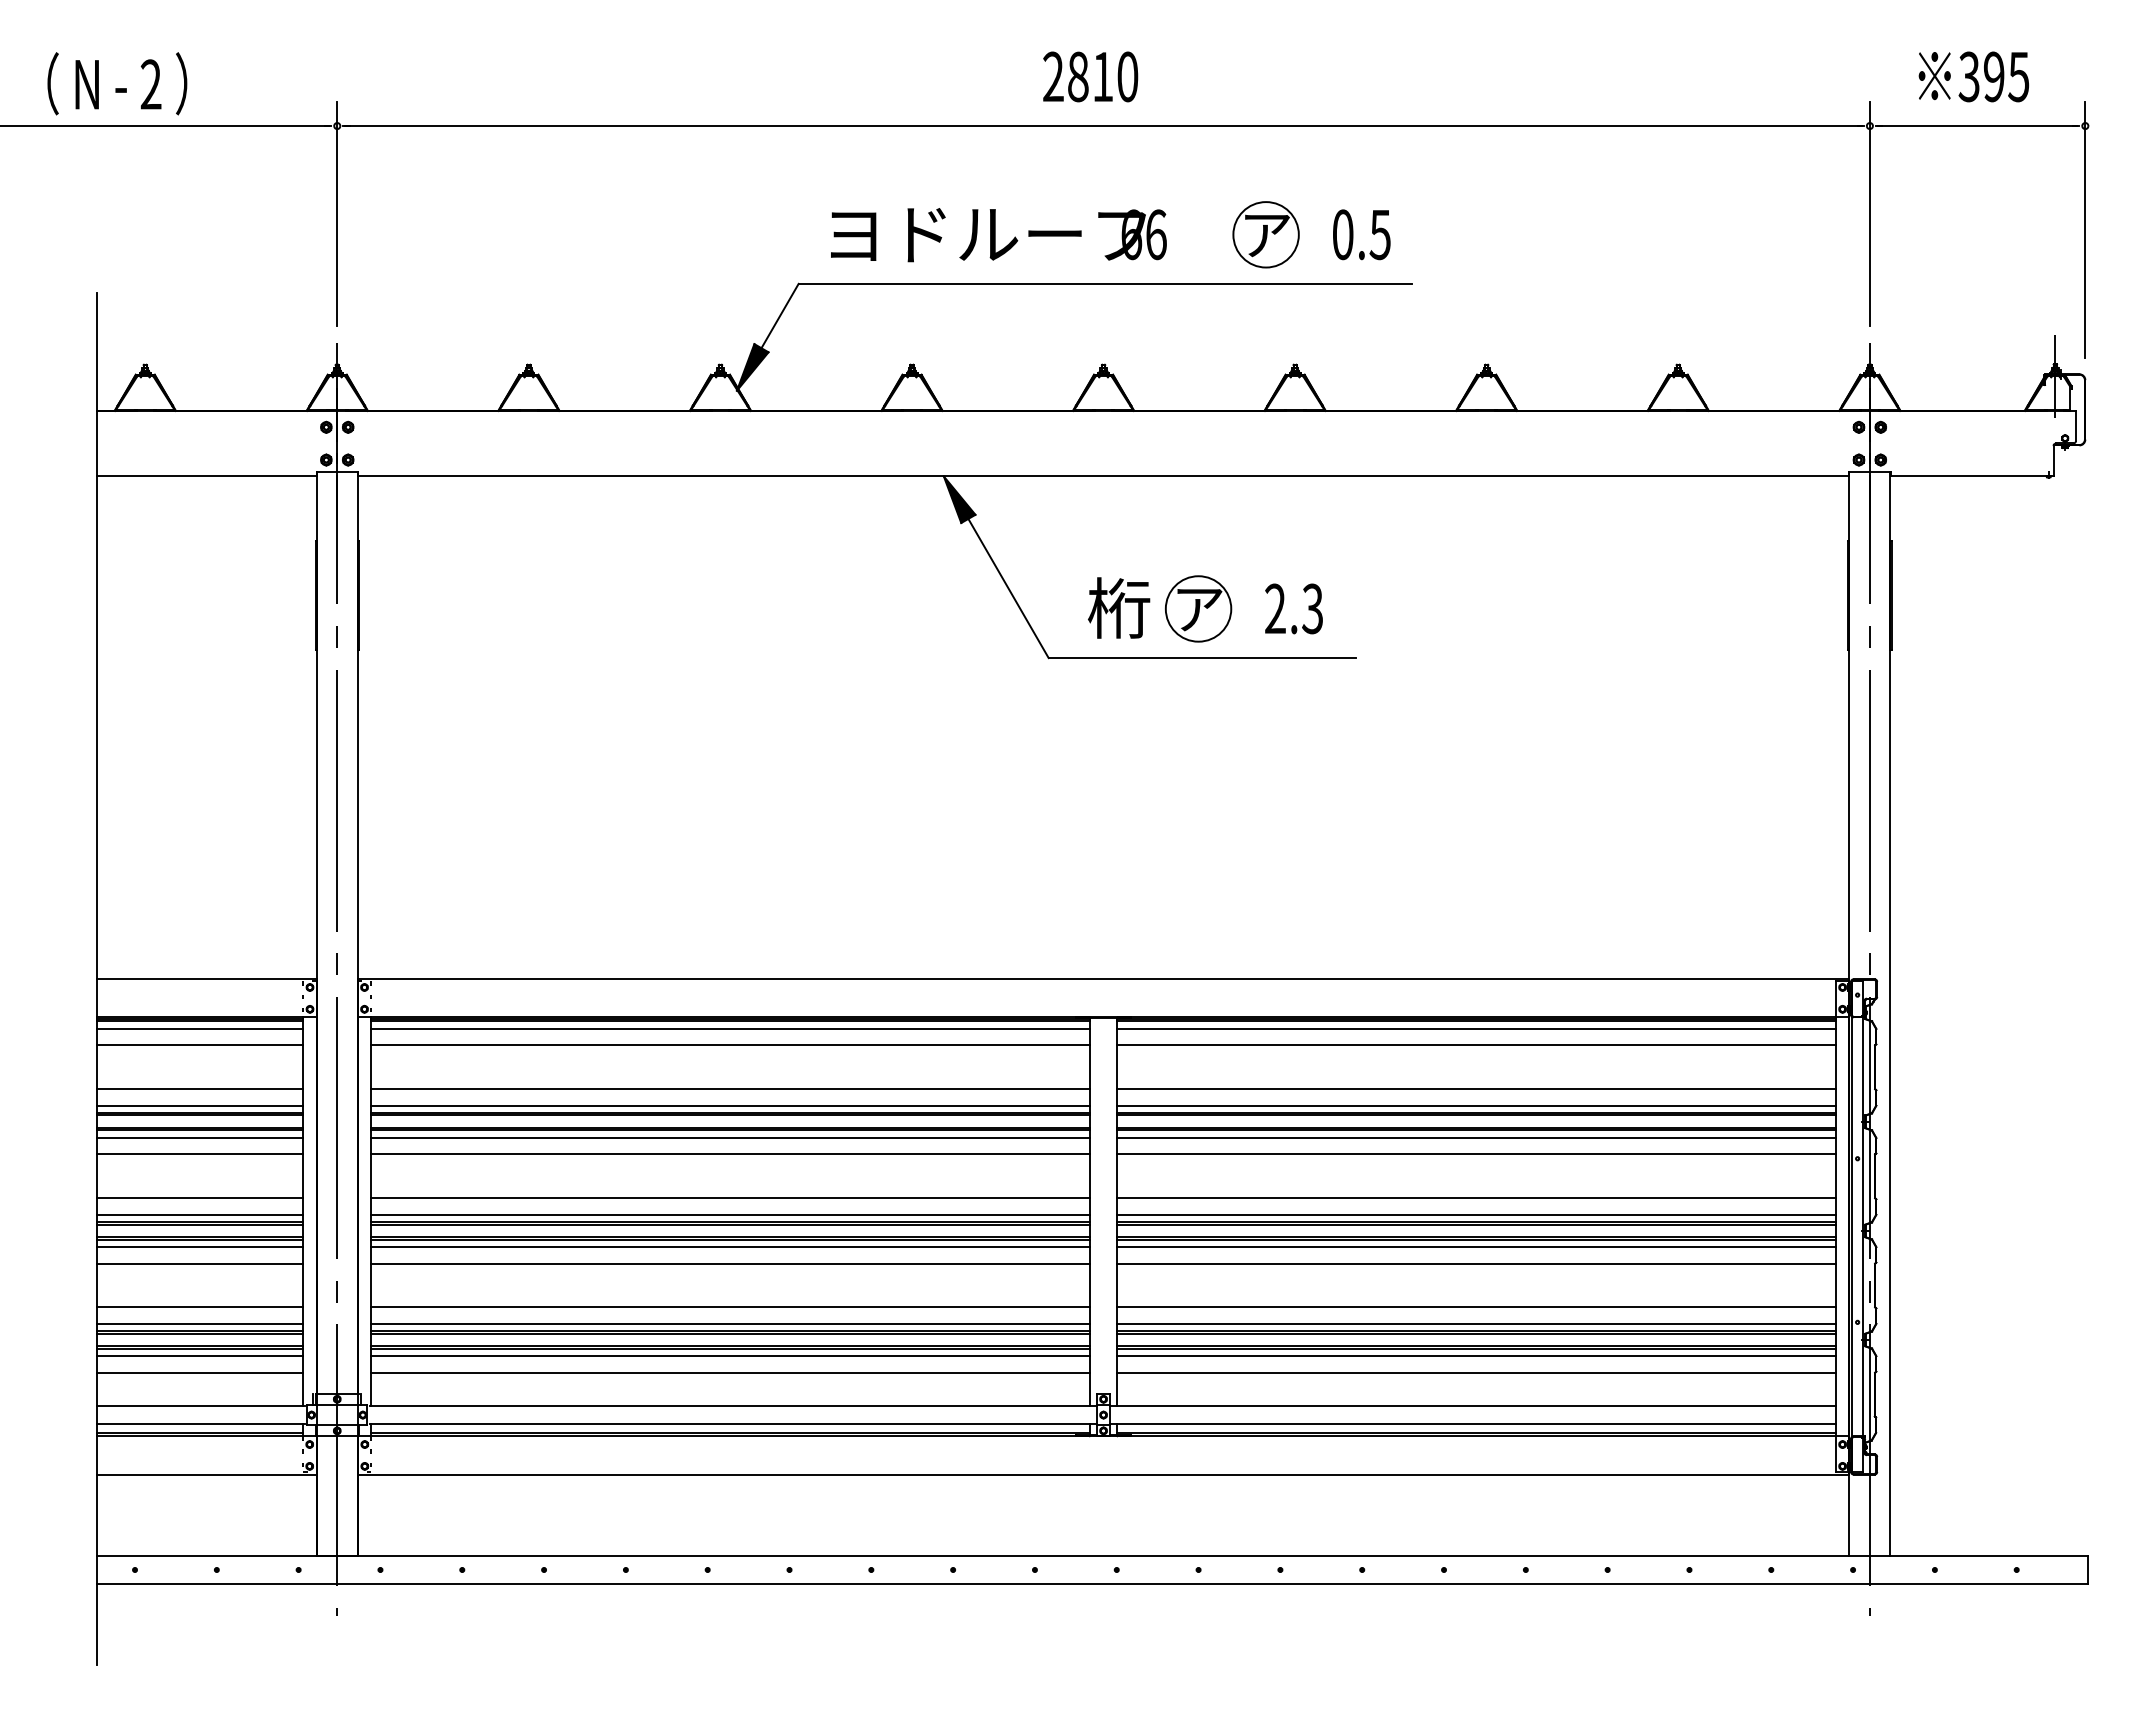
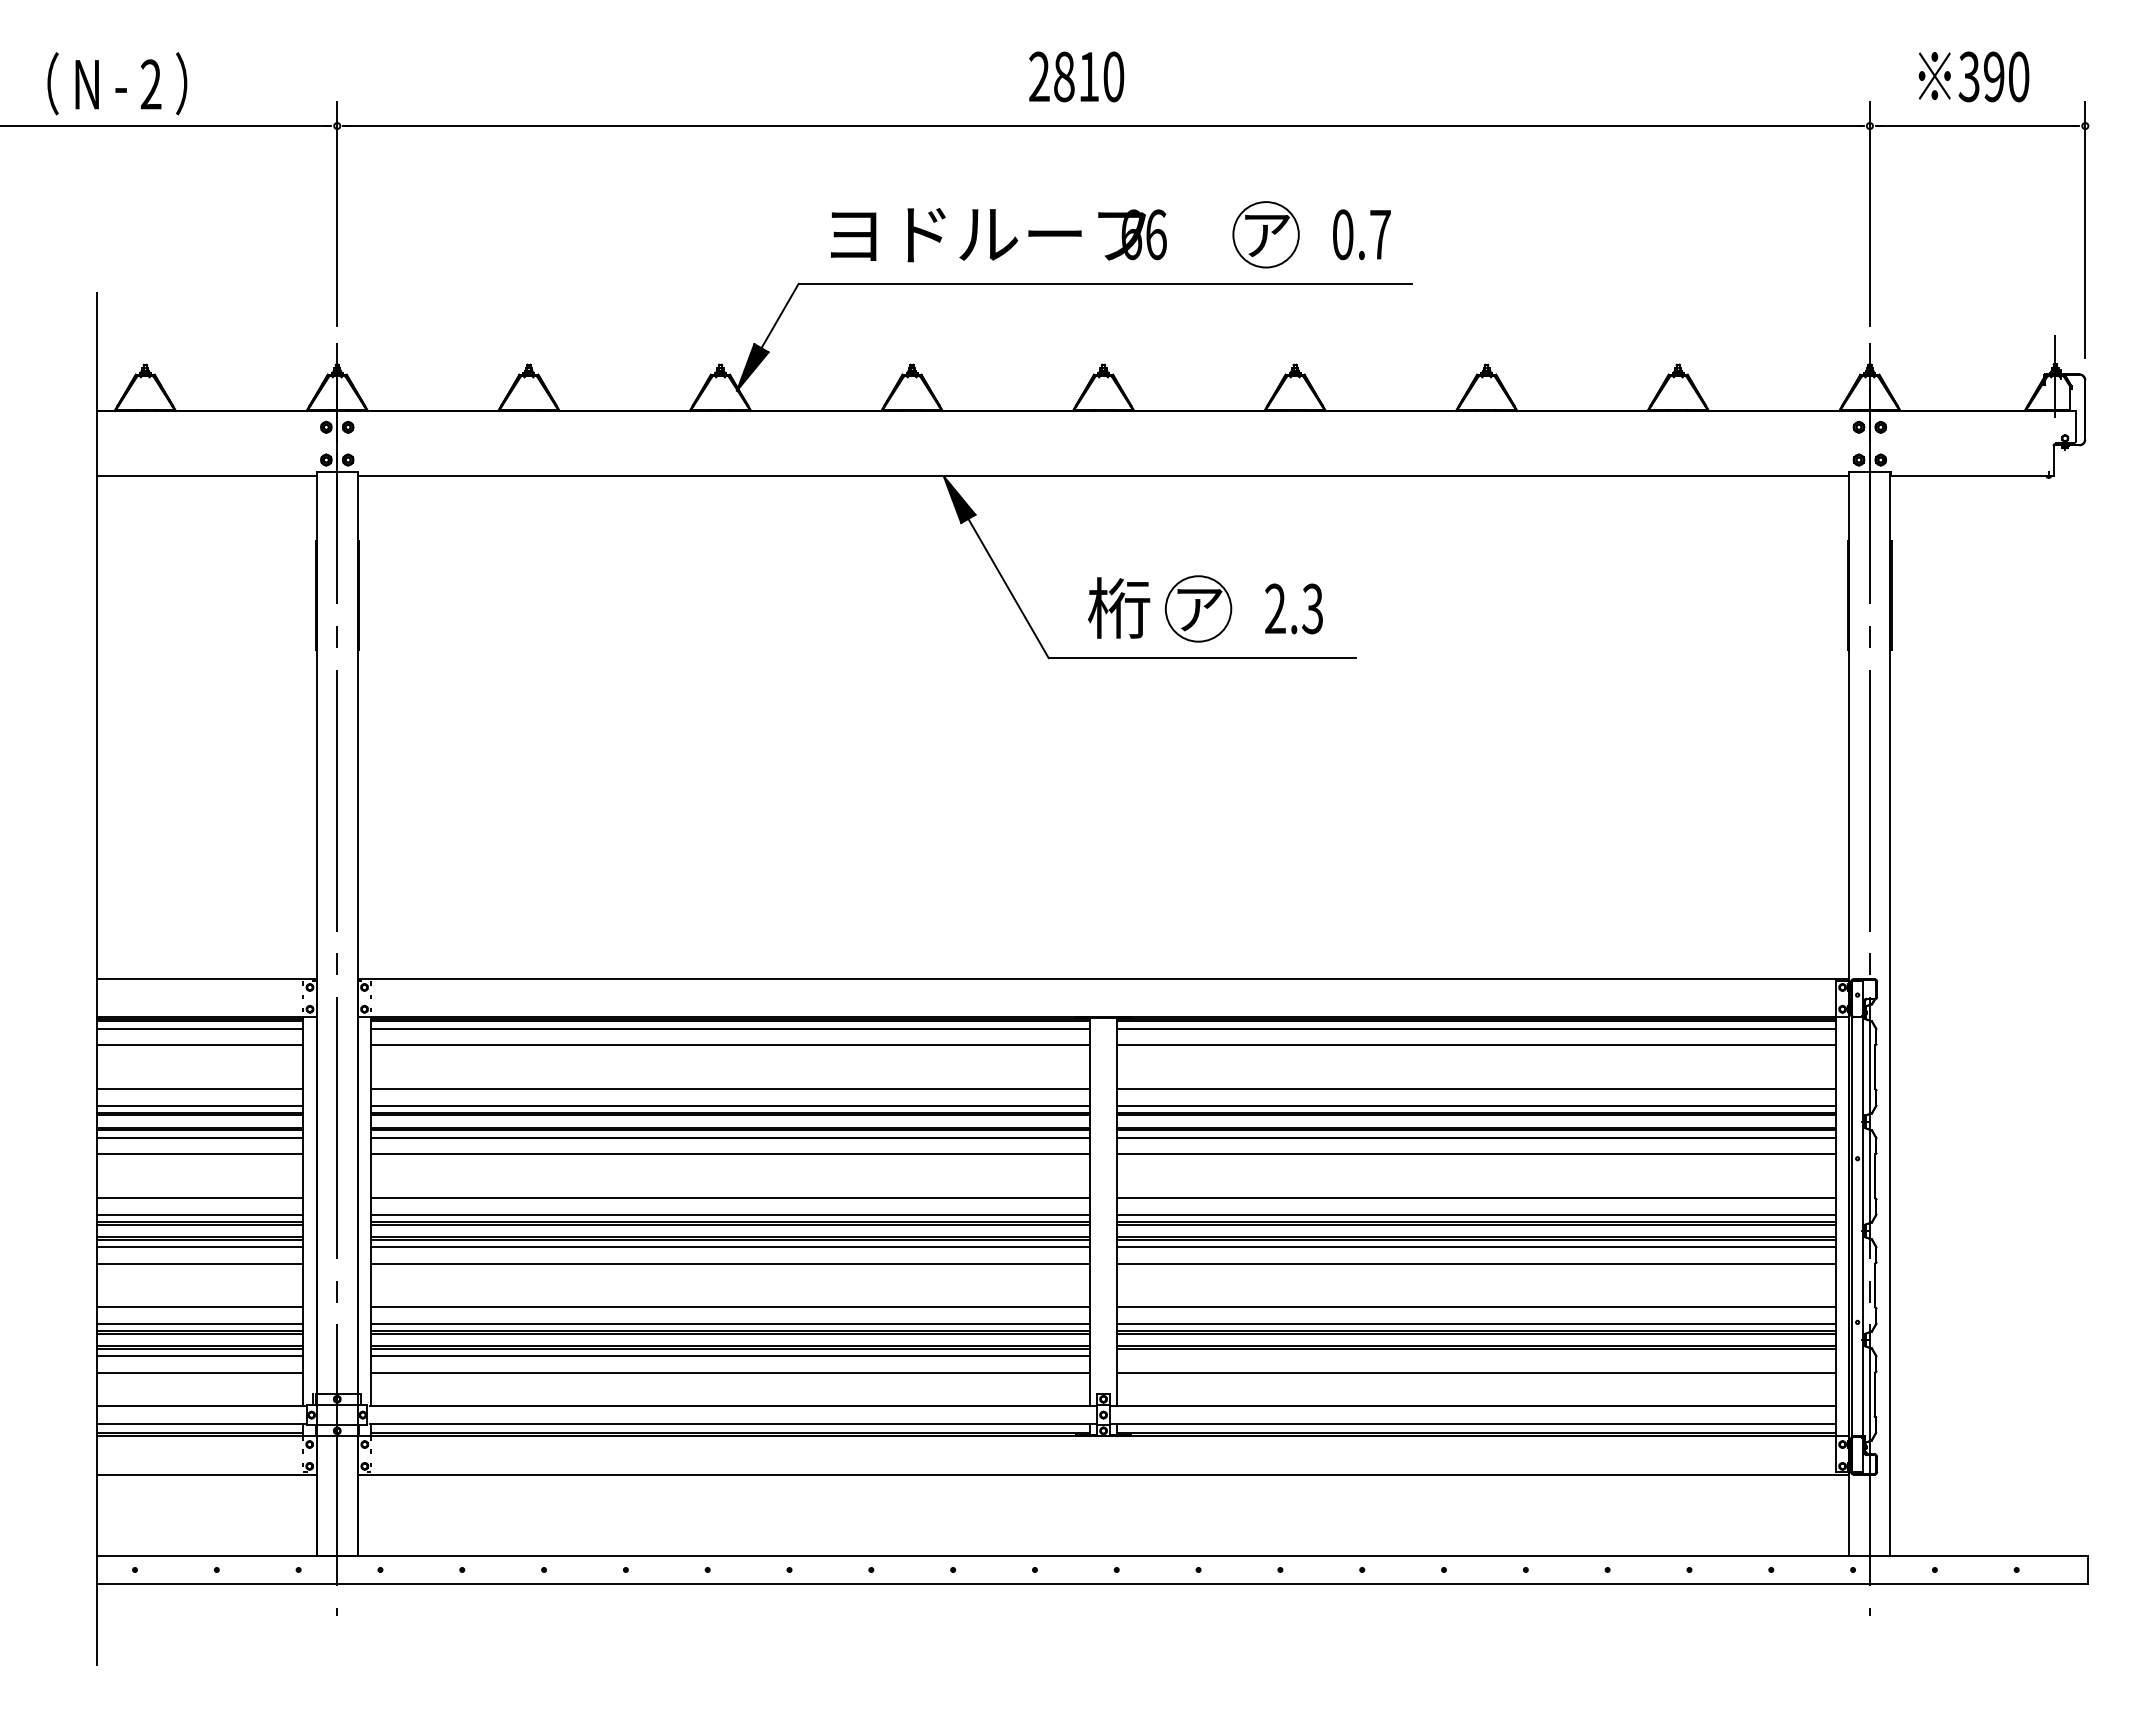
text at (1090, 76) position: (1090, 76) -> (1076, 76)
text at (2018, 76): 395 -> 390
text at (1379, 235): 0.5 -> 0.7
line at (1476, 1356): present -> none
